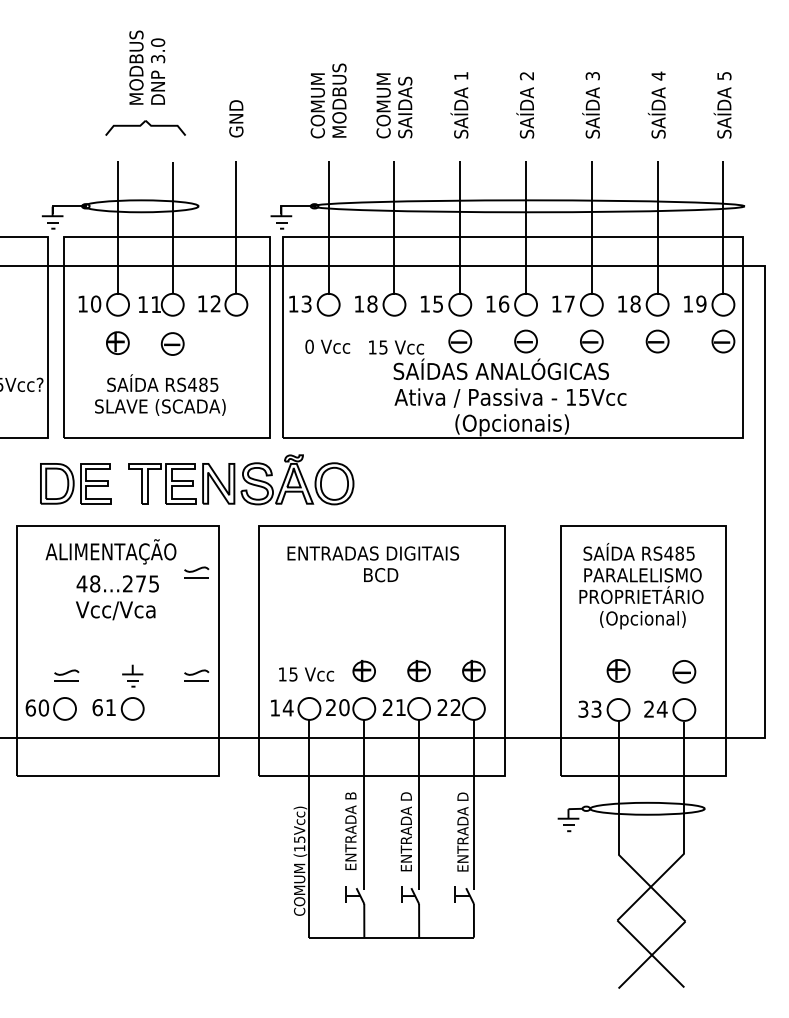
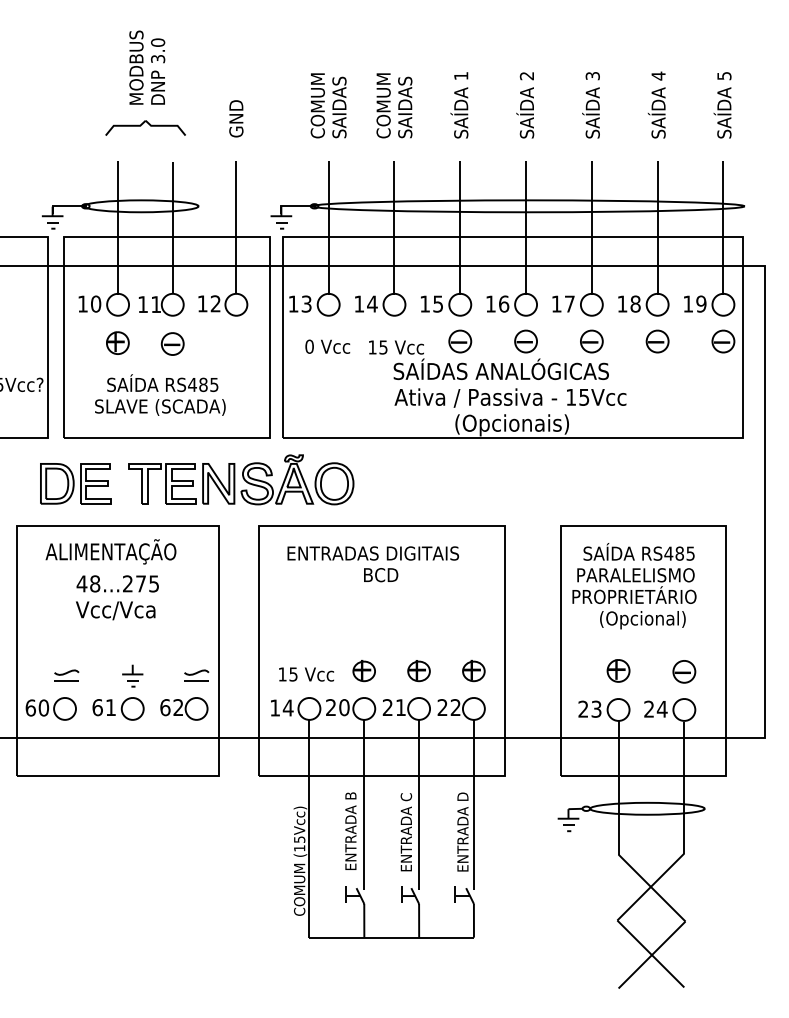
text at (339, 100): MODBUS -> SAIDAS
text at (372, 303): 18 -> 14
part at (196, 572): present -> none
text at (641, 585) position: (641, 585) -> (634, 585)
part at (184, 708): none -> present
text at (583, 709): 33 -> 23
text at (406, 796): ENTRADA D -> ENTRADA C
